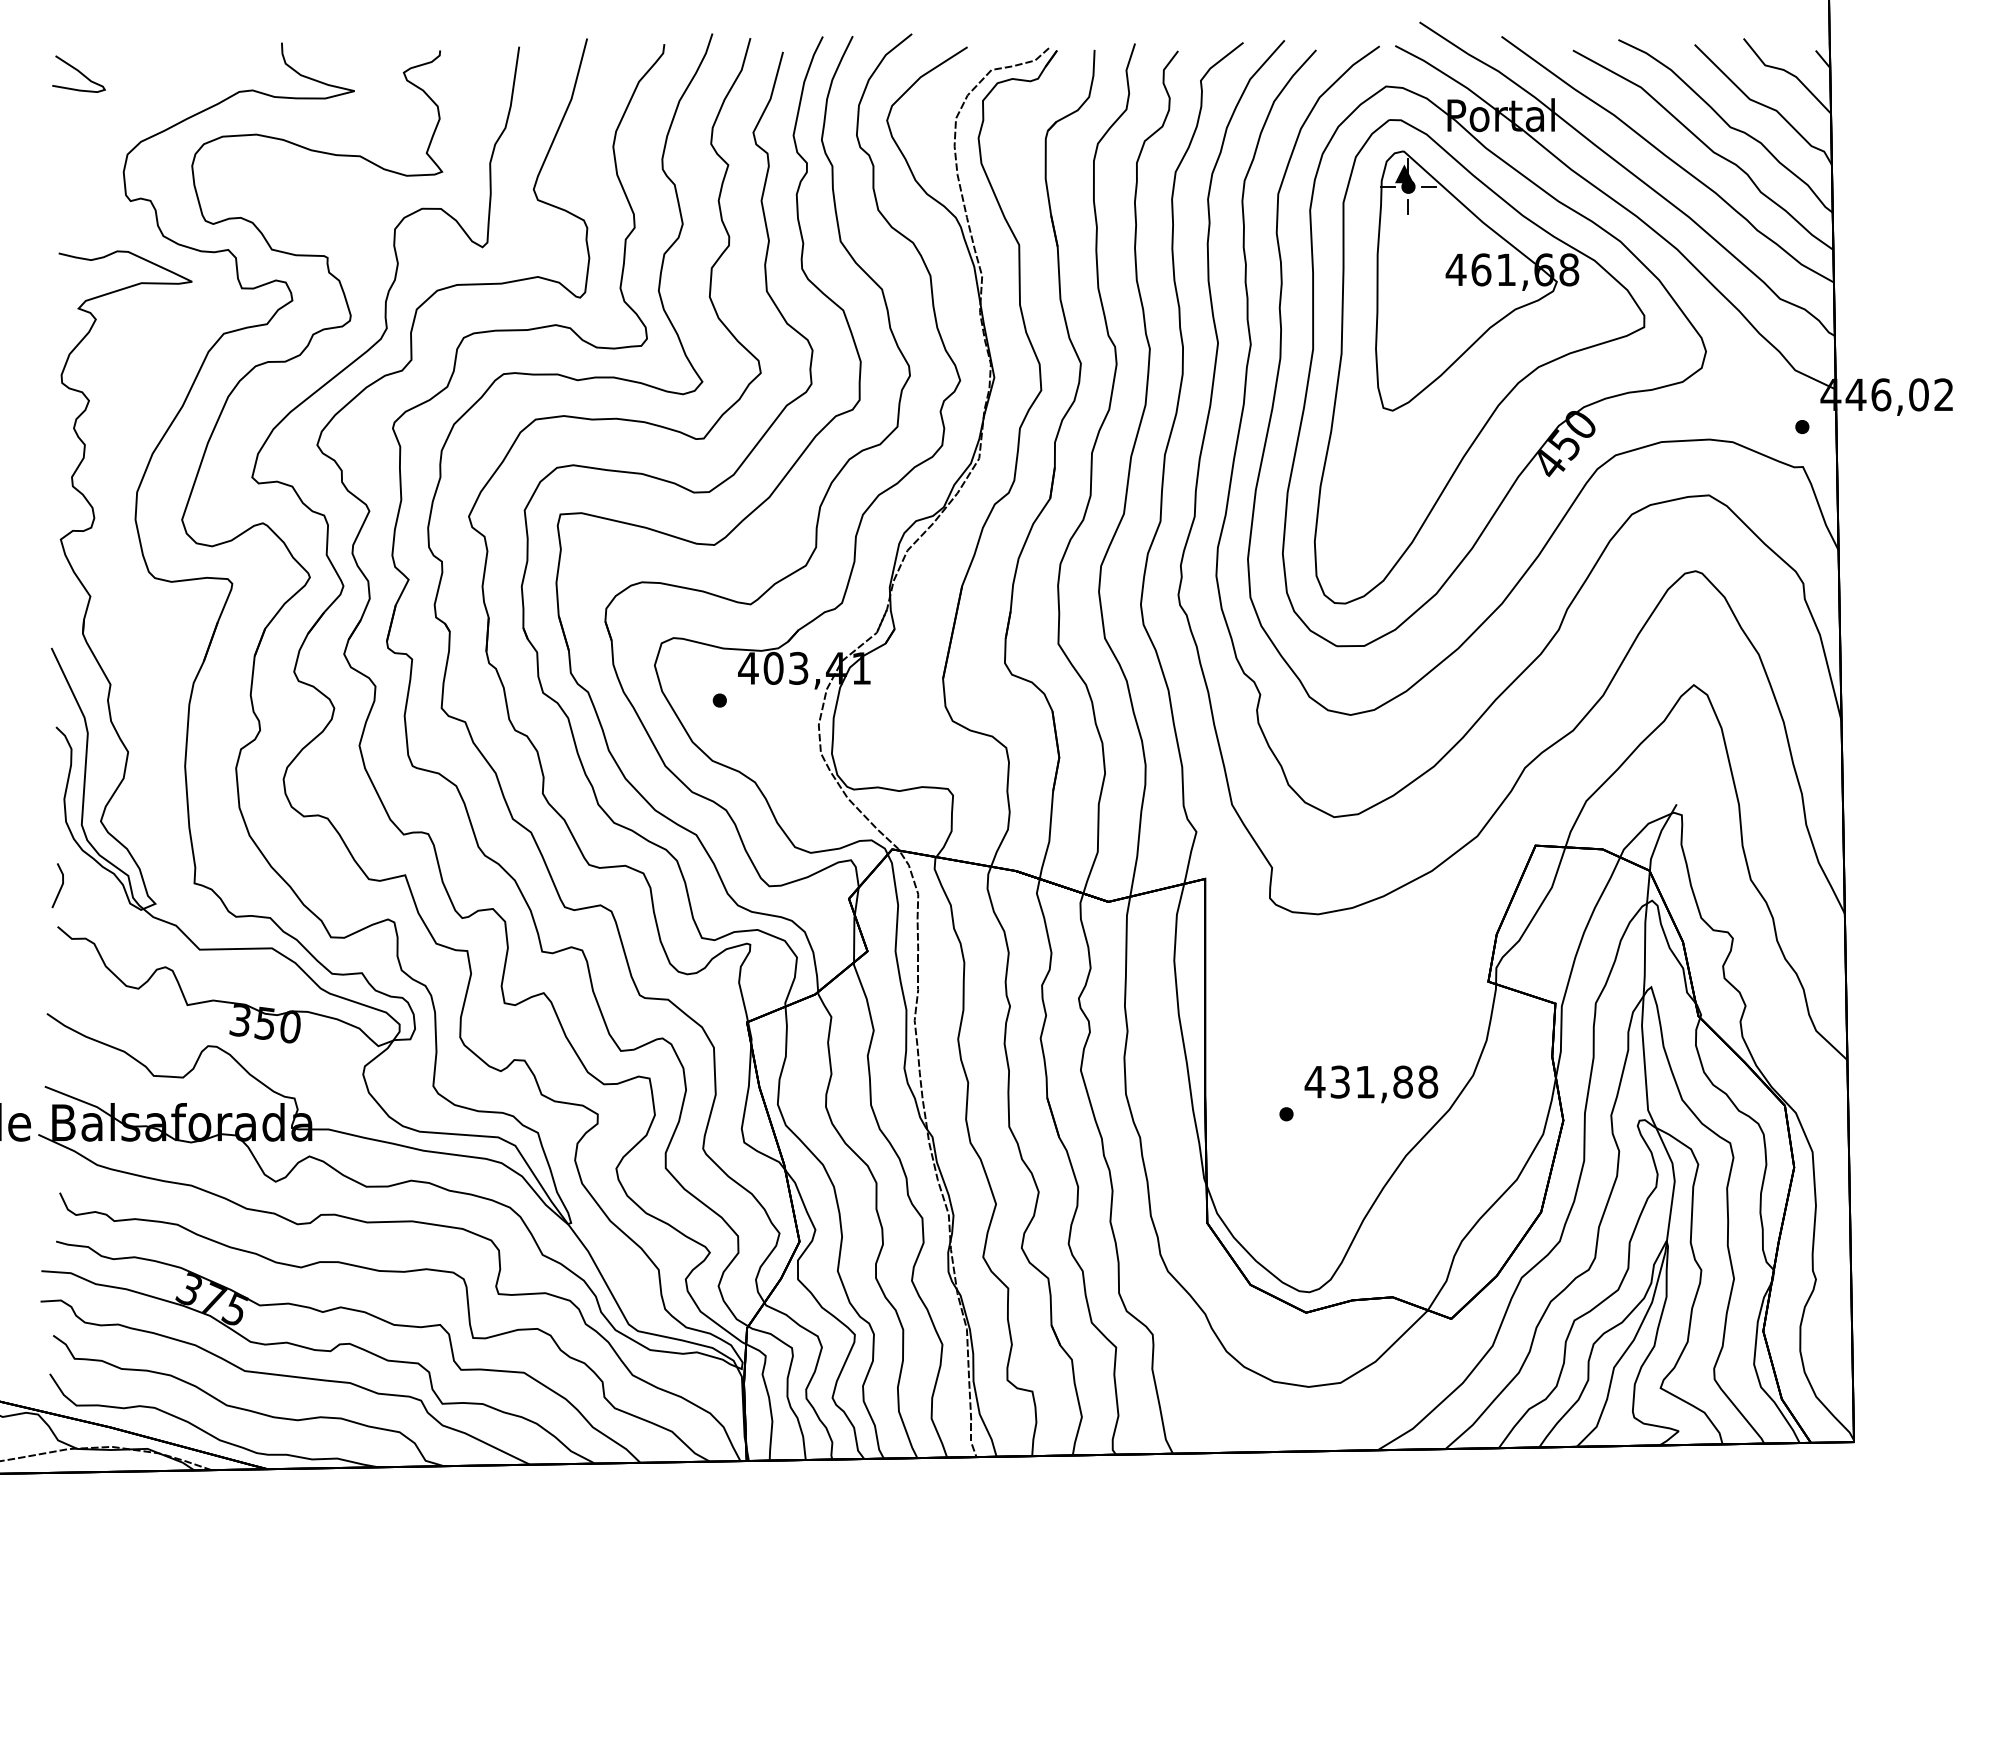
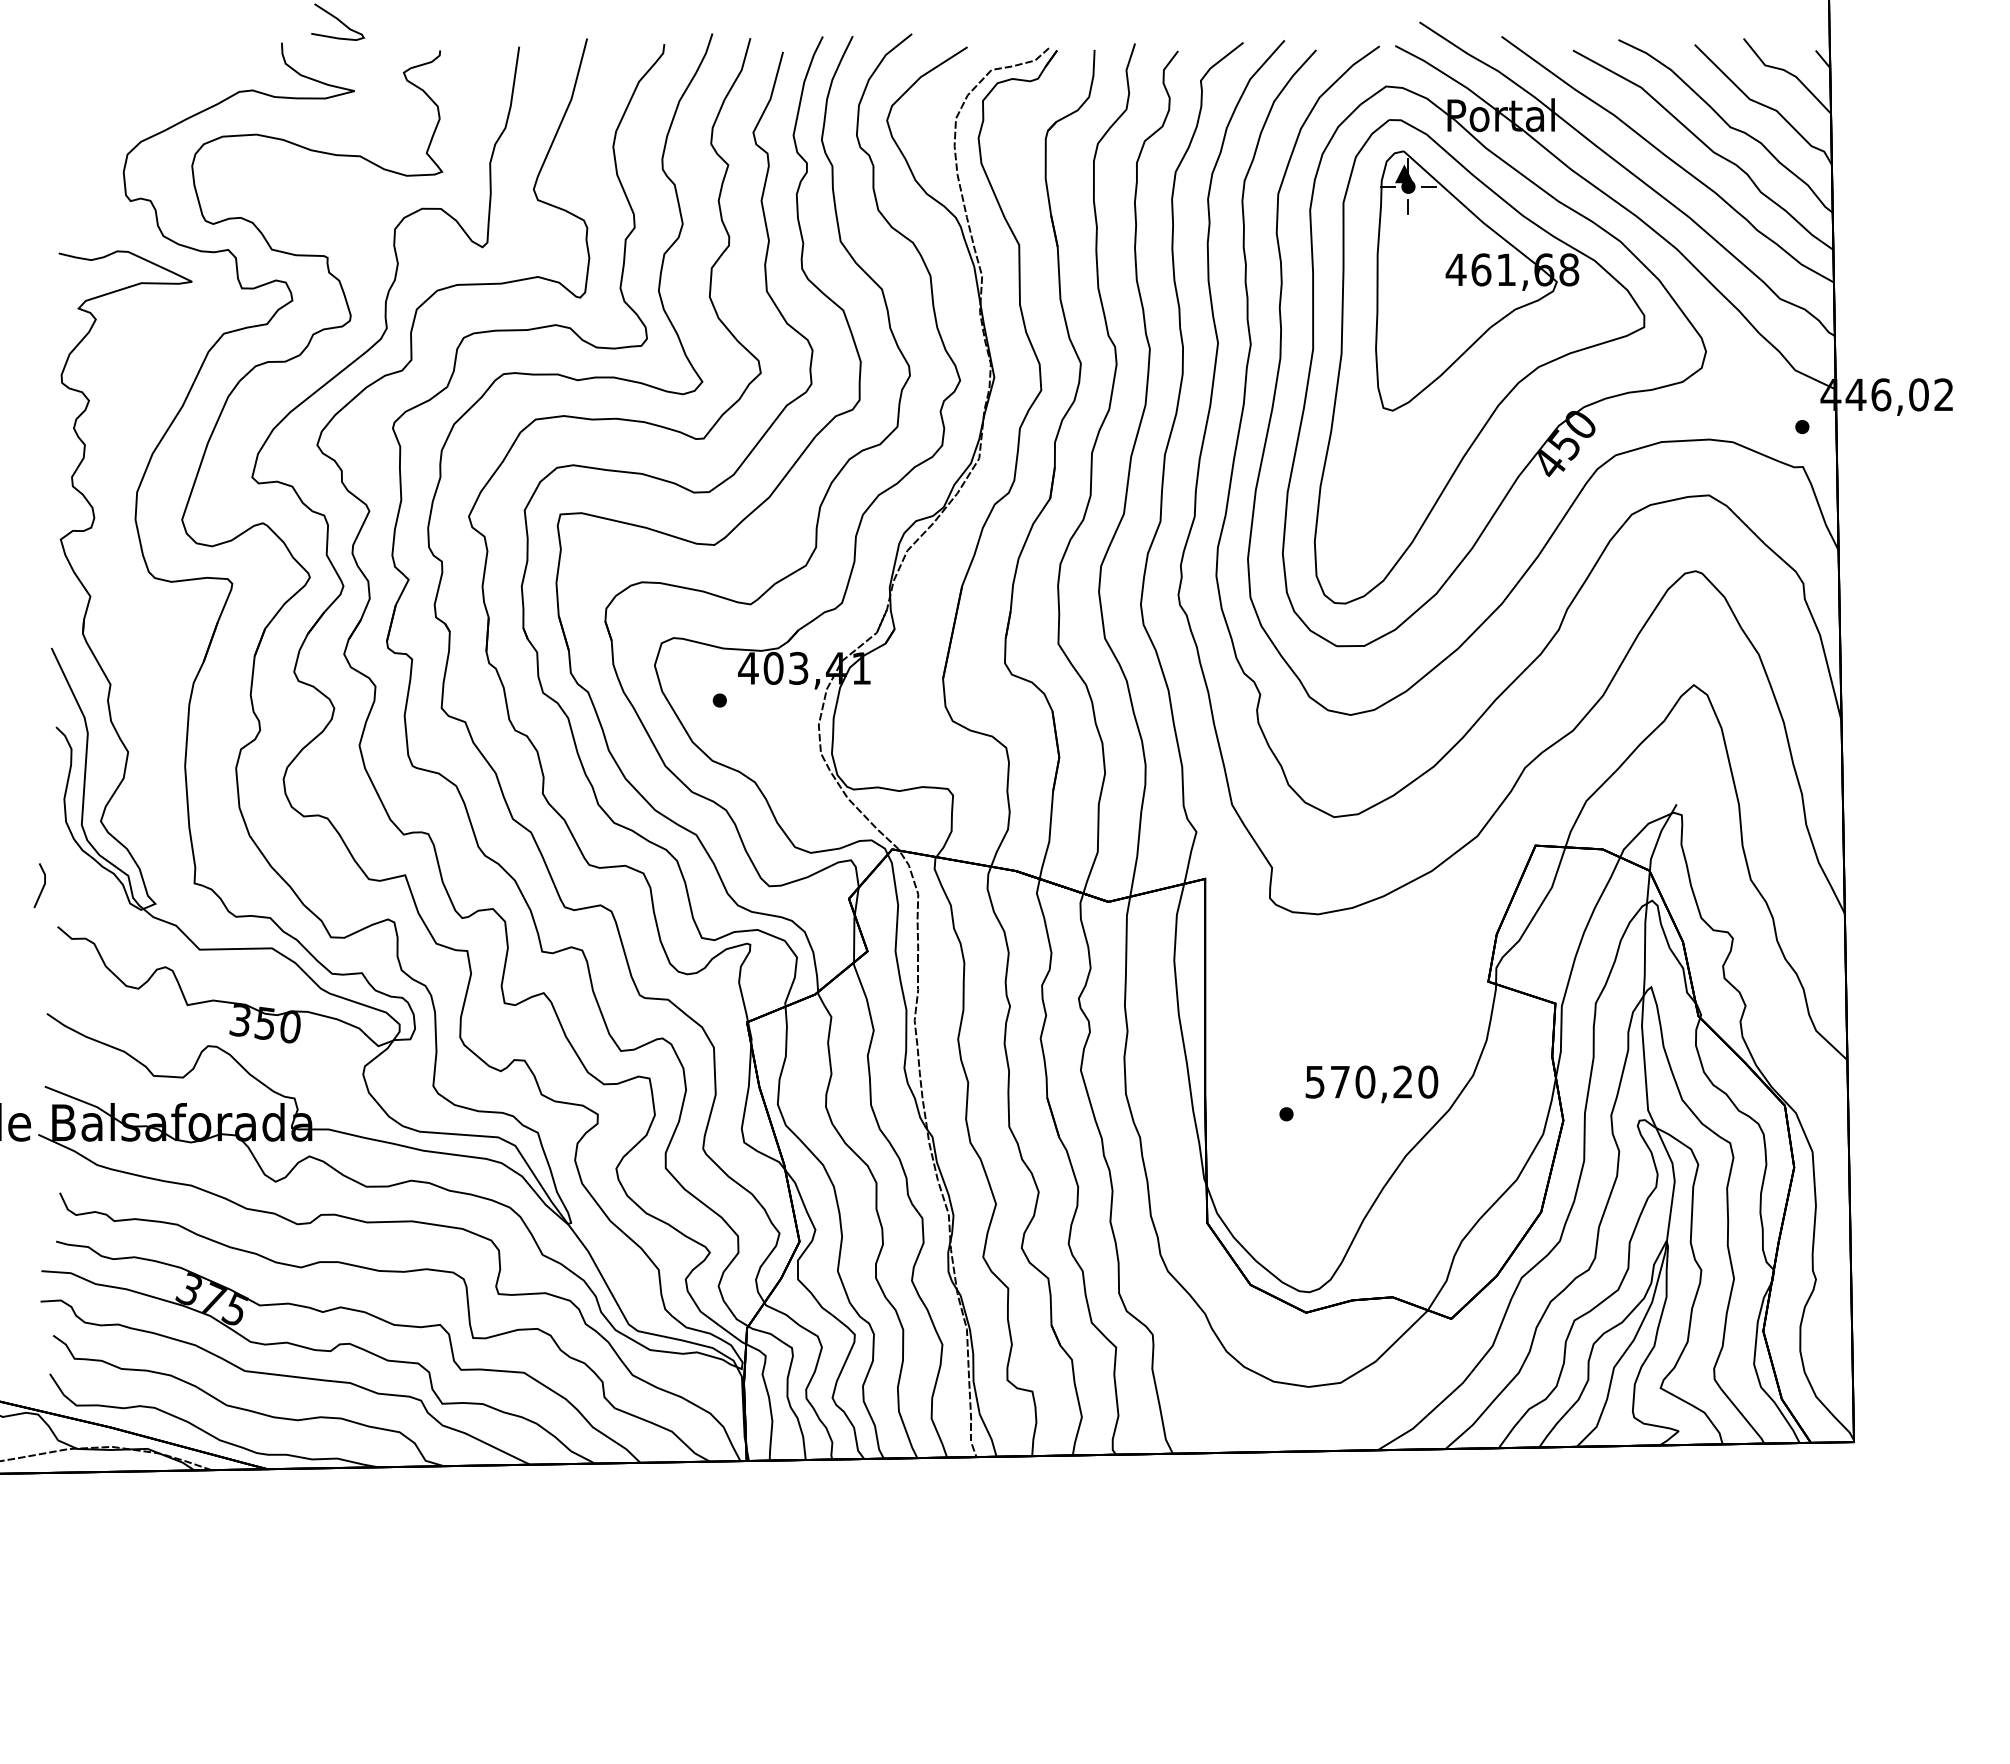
curve at (78, 72) position: (78, 72) -> (337, 20)
line at (60, 886) position: (60, 886) -> (42, 886)
text at (1371, 1081): 431,88 -> 570,20
